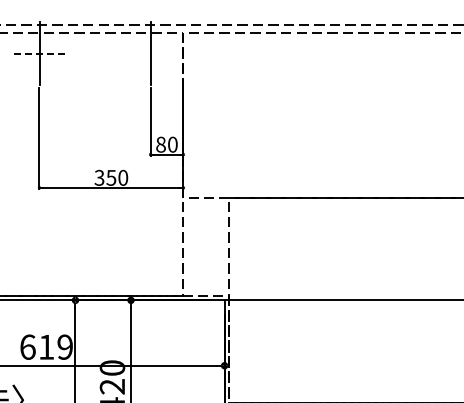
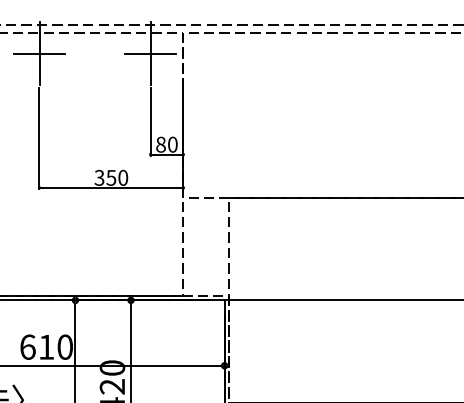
line at (39, 53): dashed -> solid
line at (150, 53): none -> present
text at (64, 346): 619 -> 610
